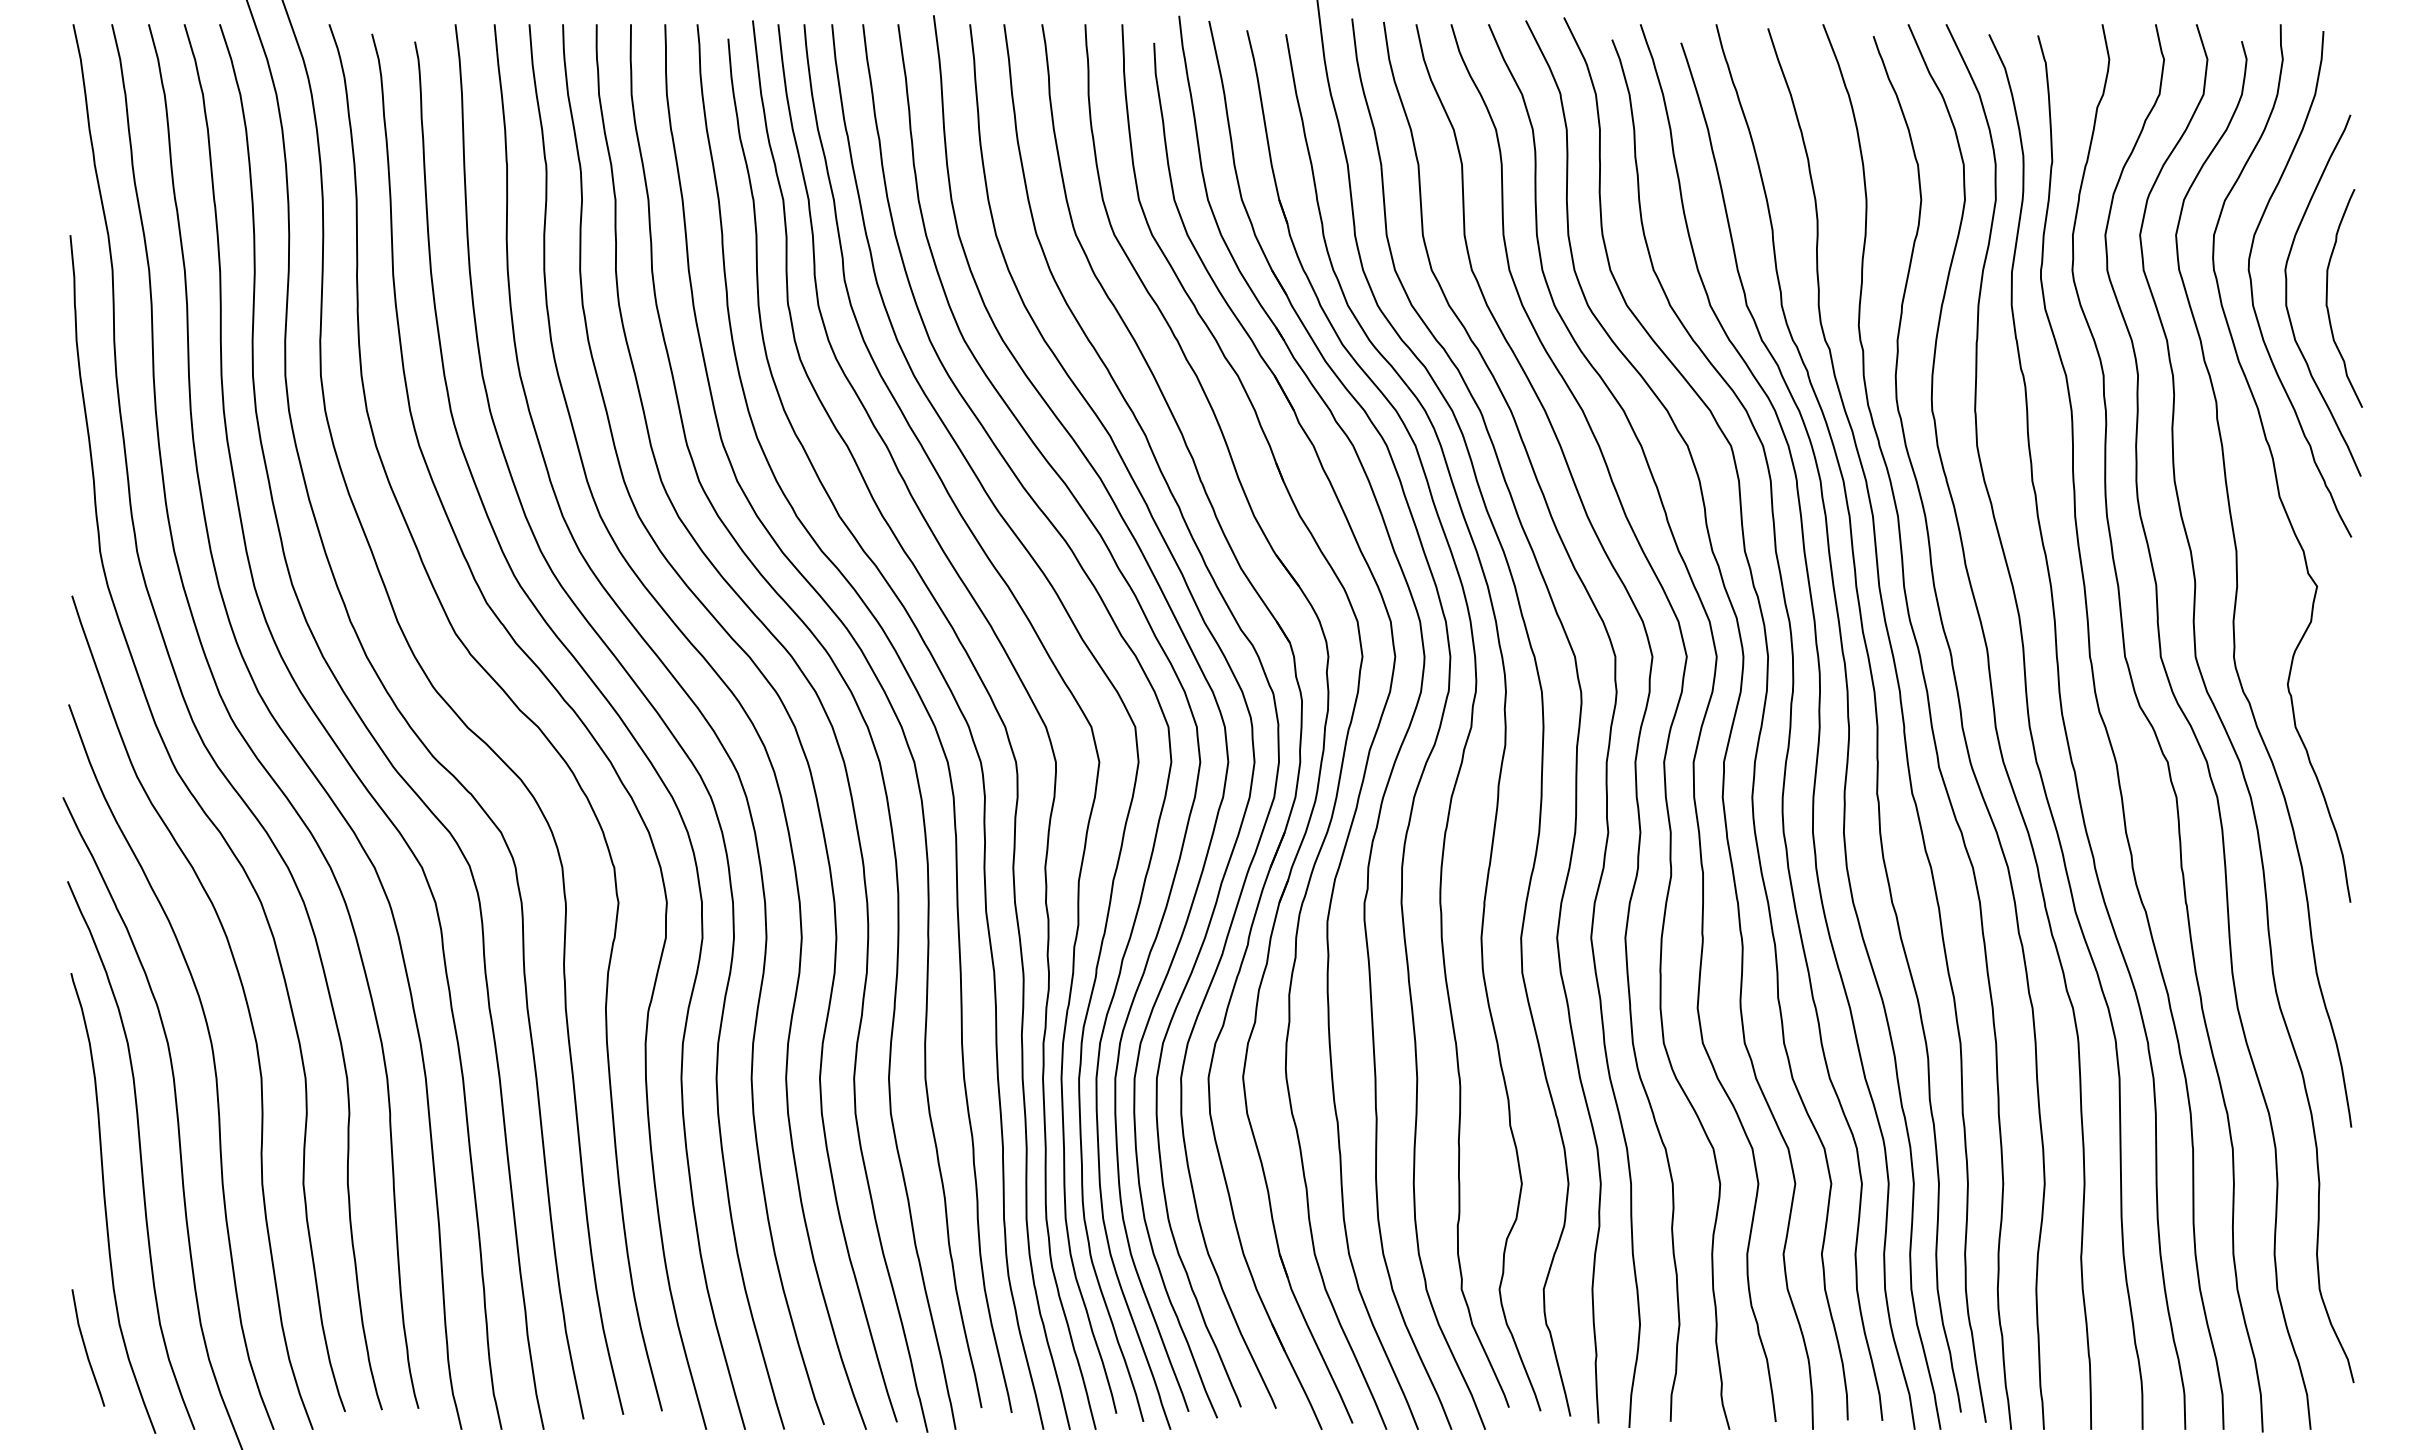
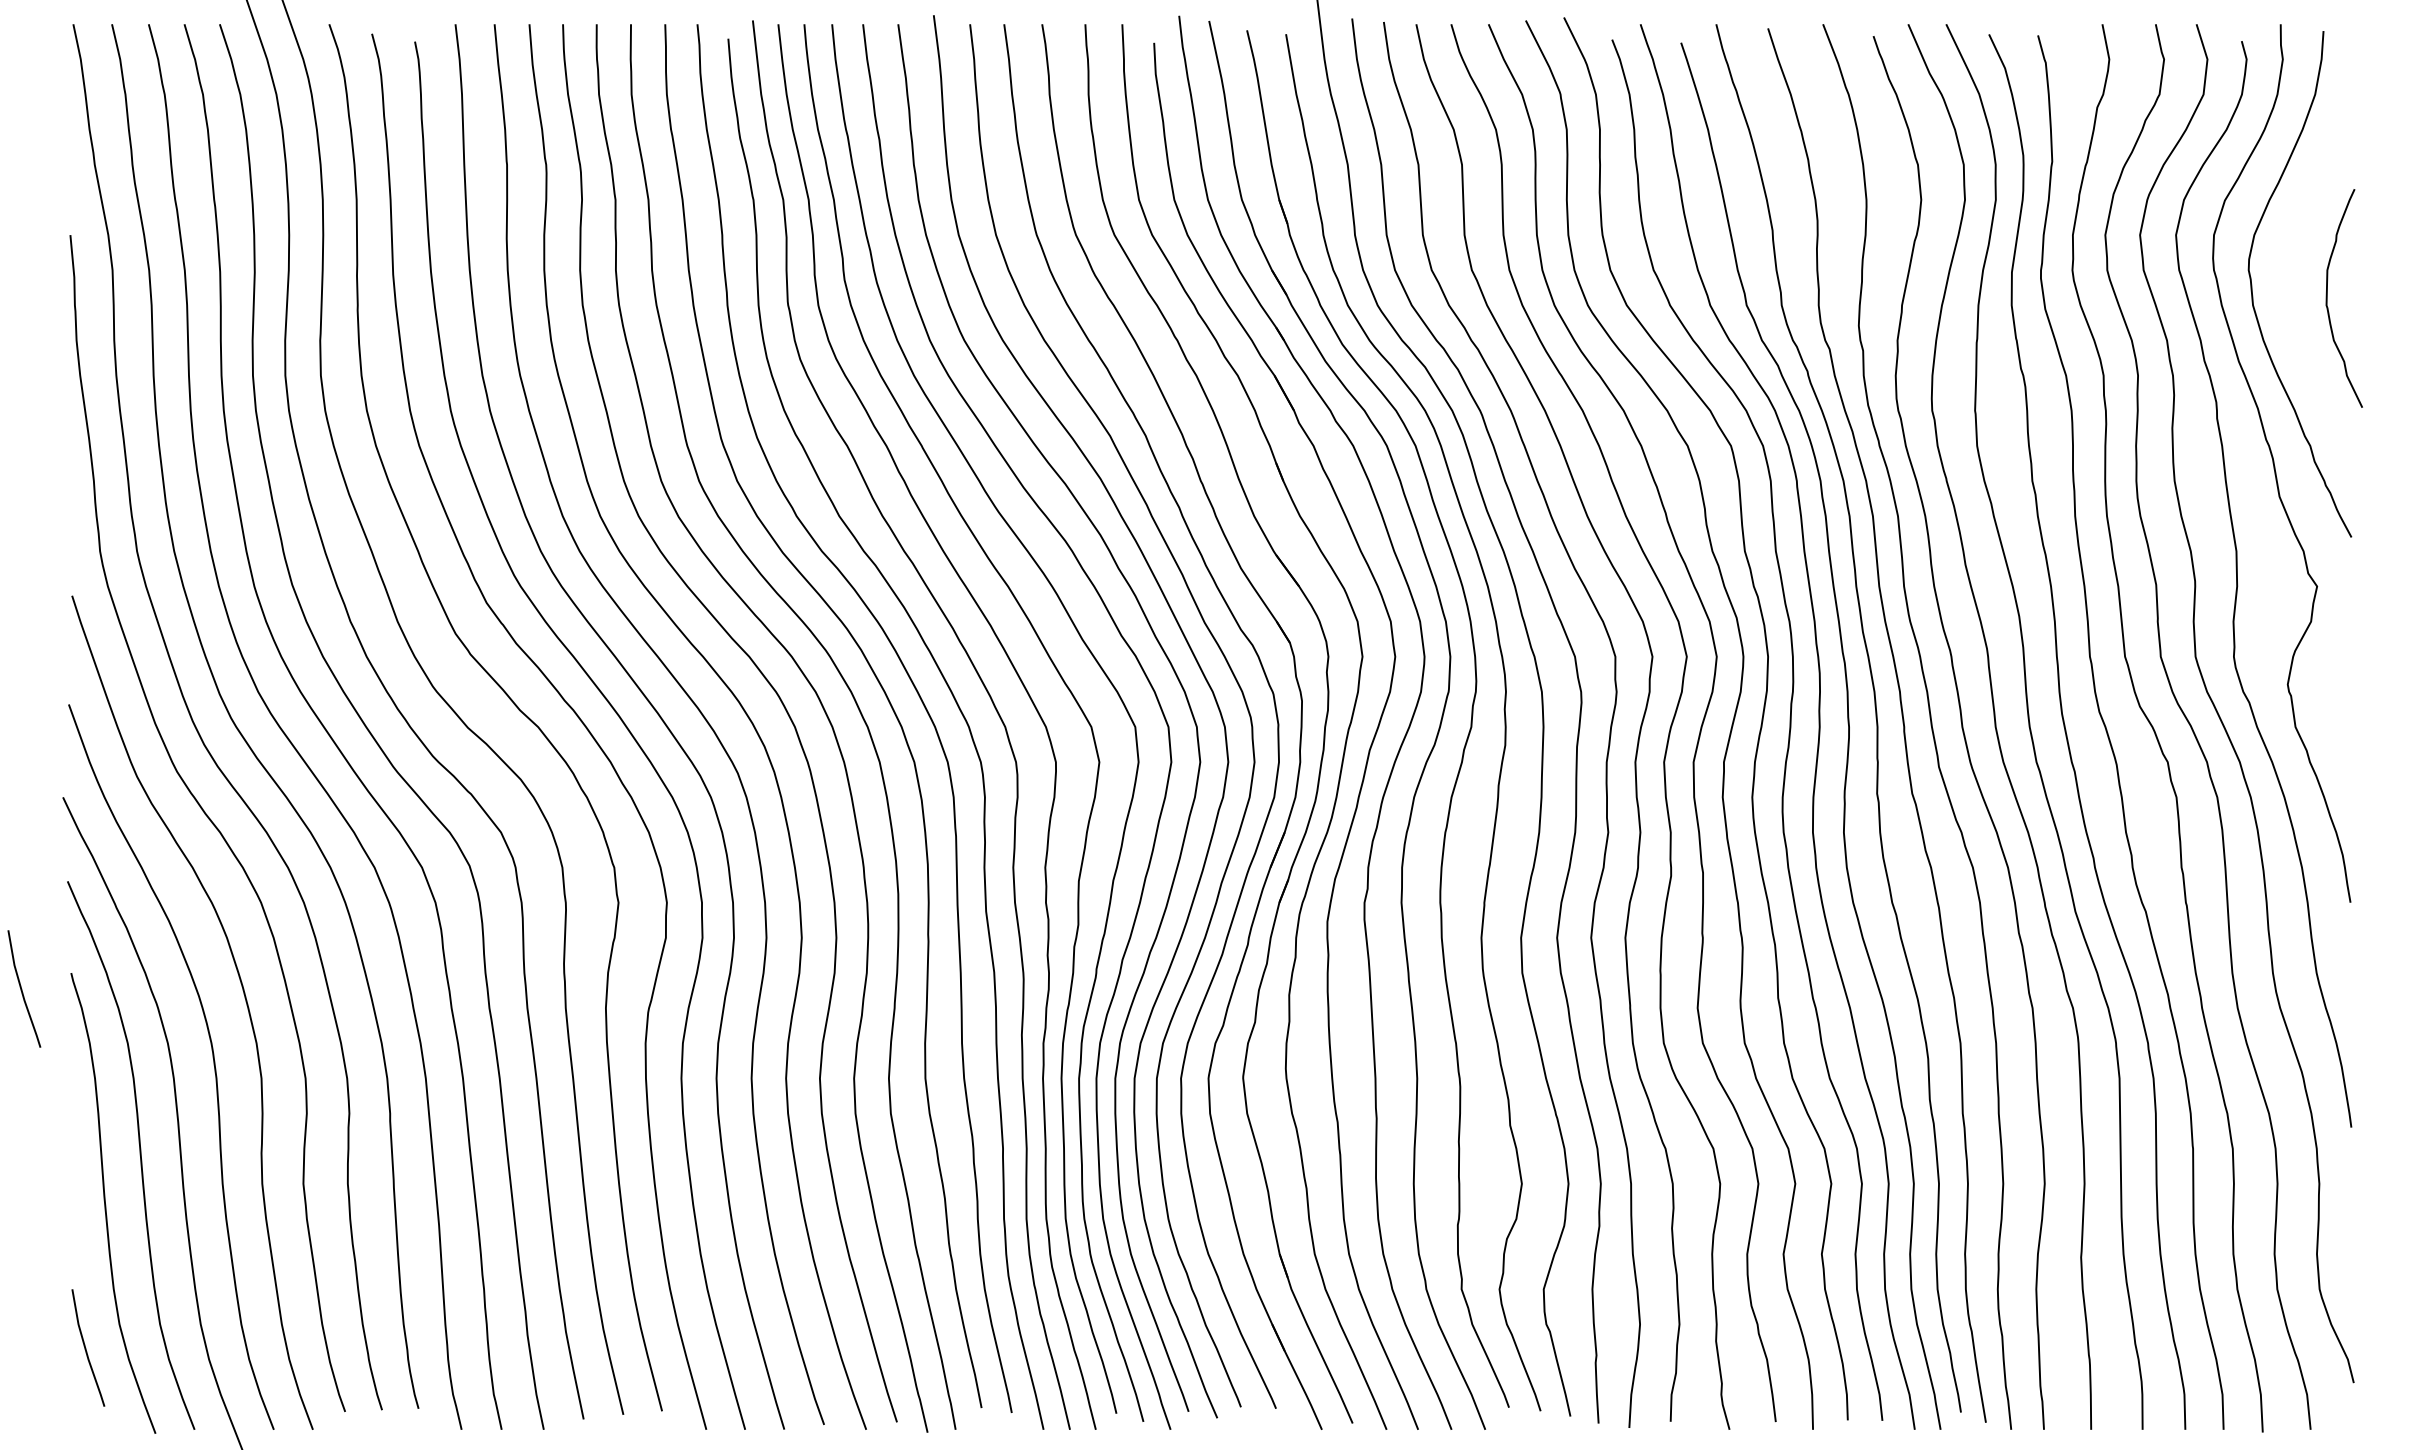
curve at (2287, 295): present -> none
line at (22, 989): none -> present
